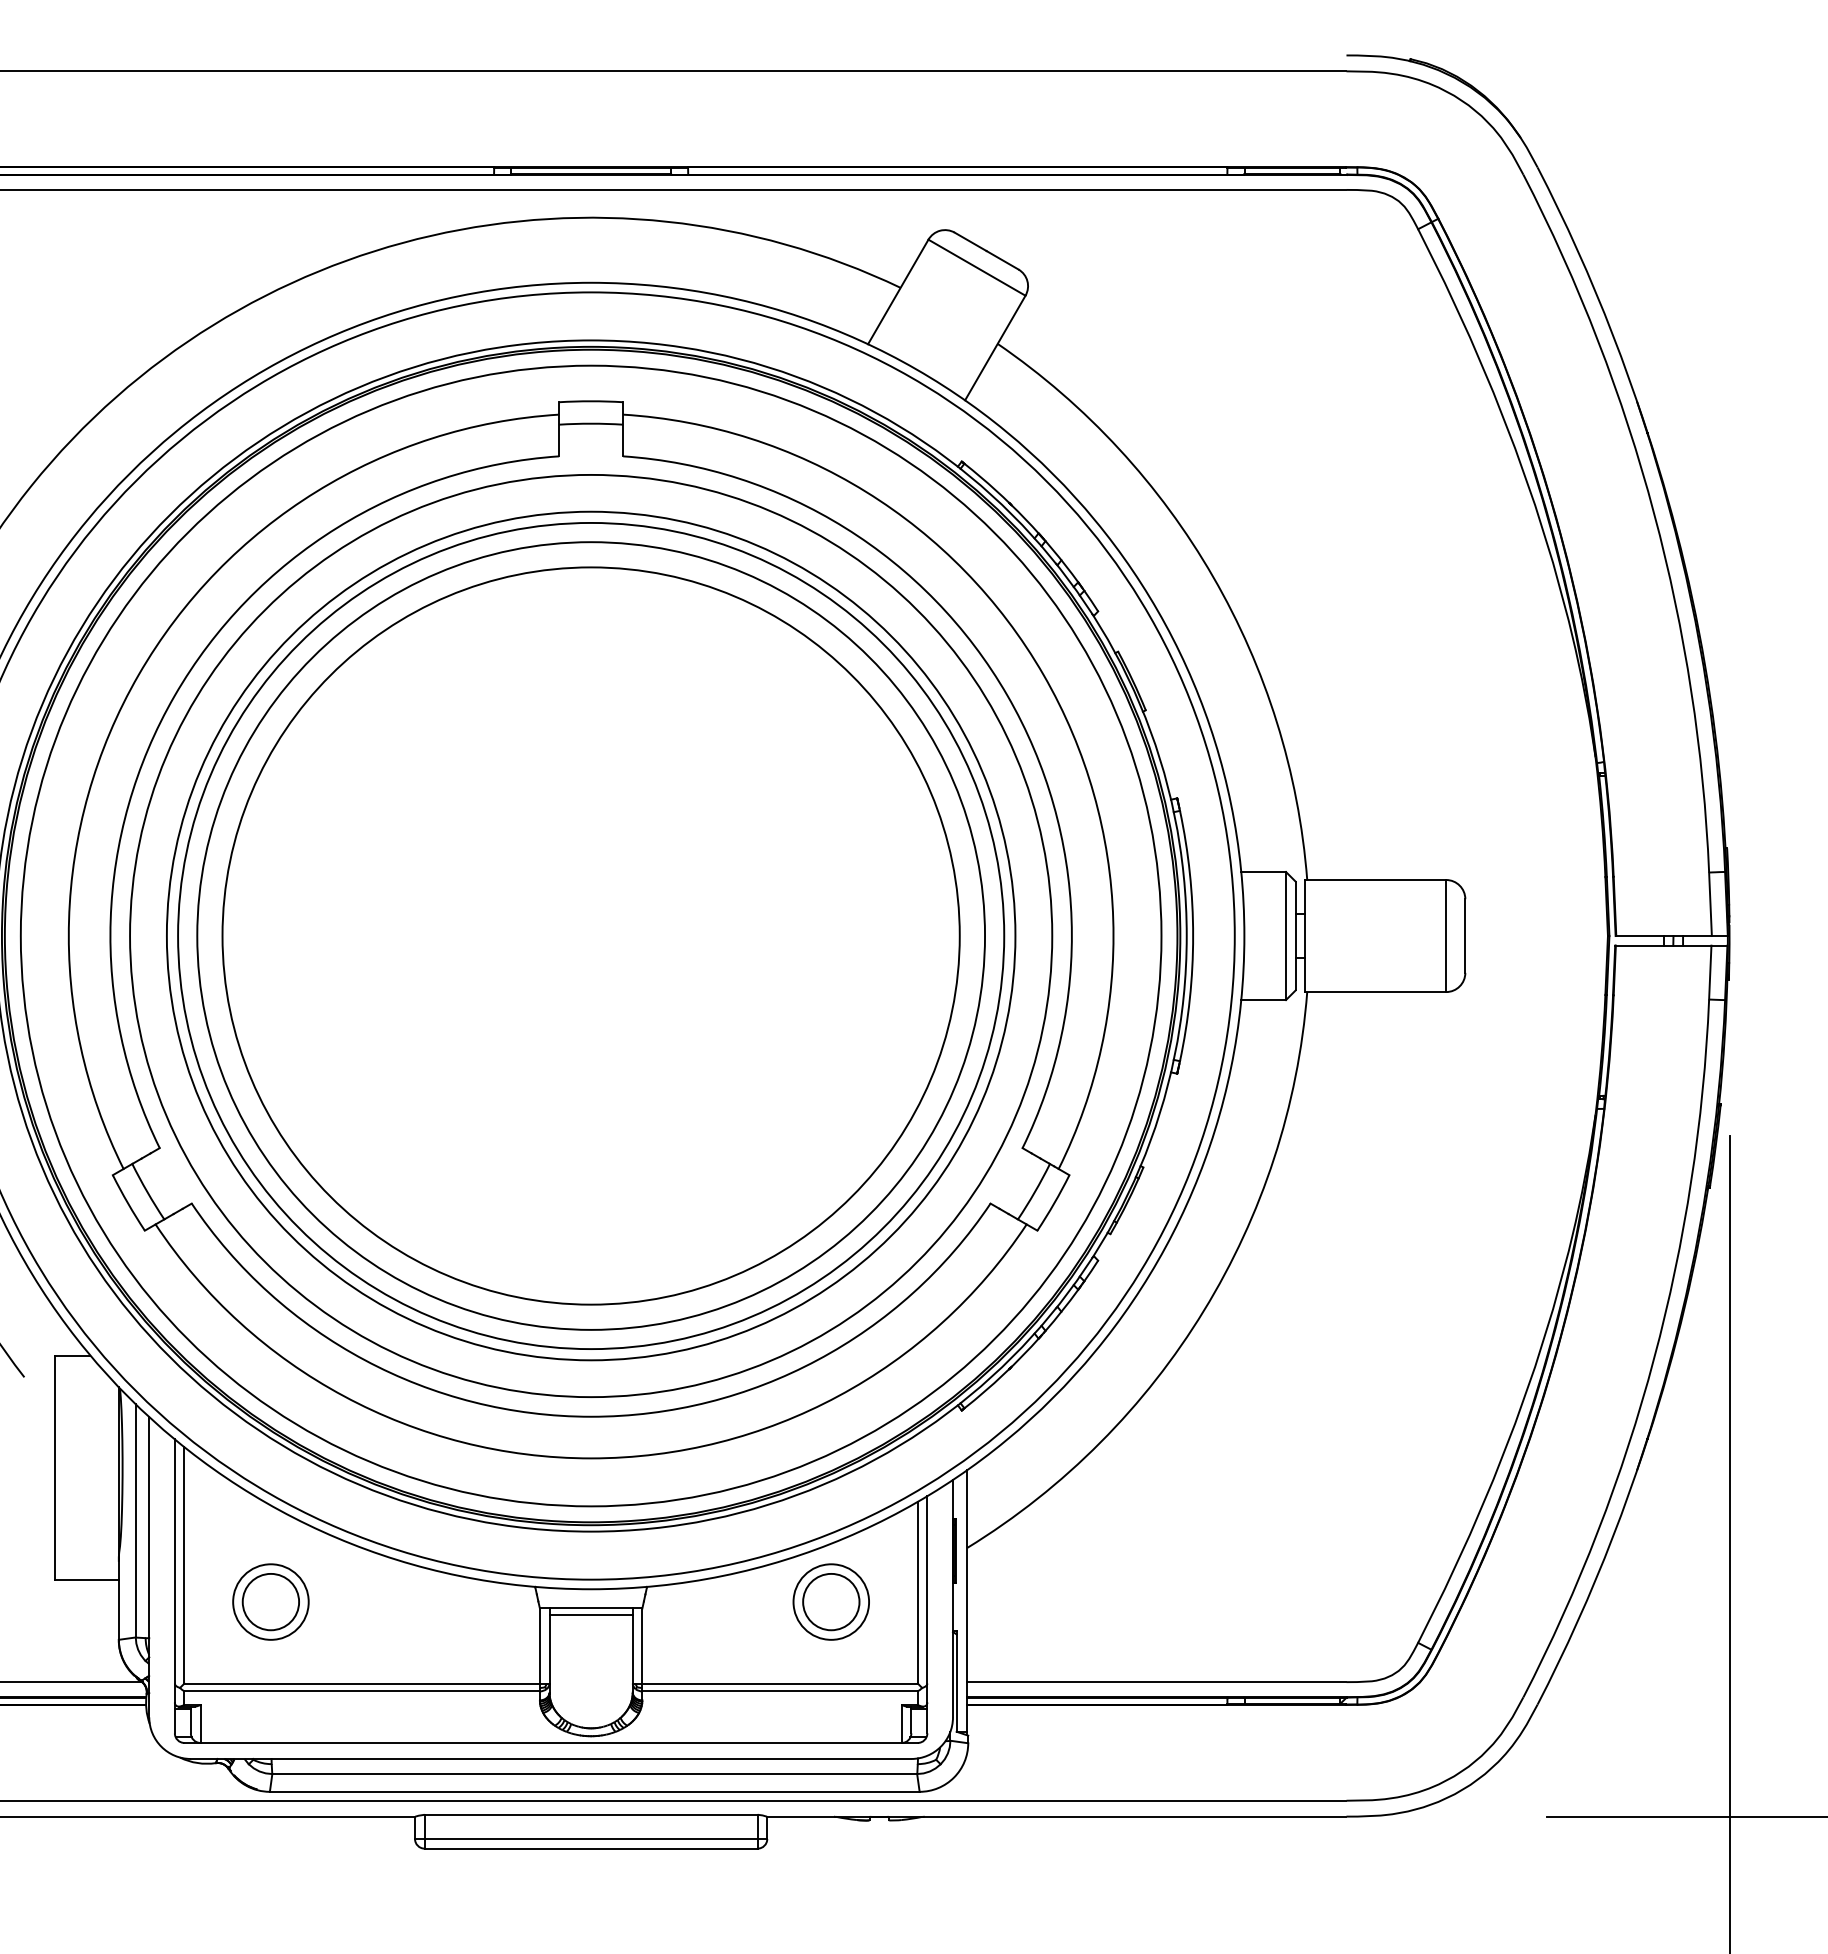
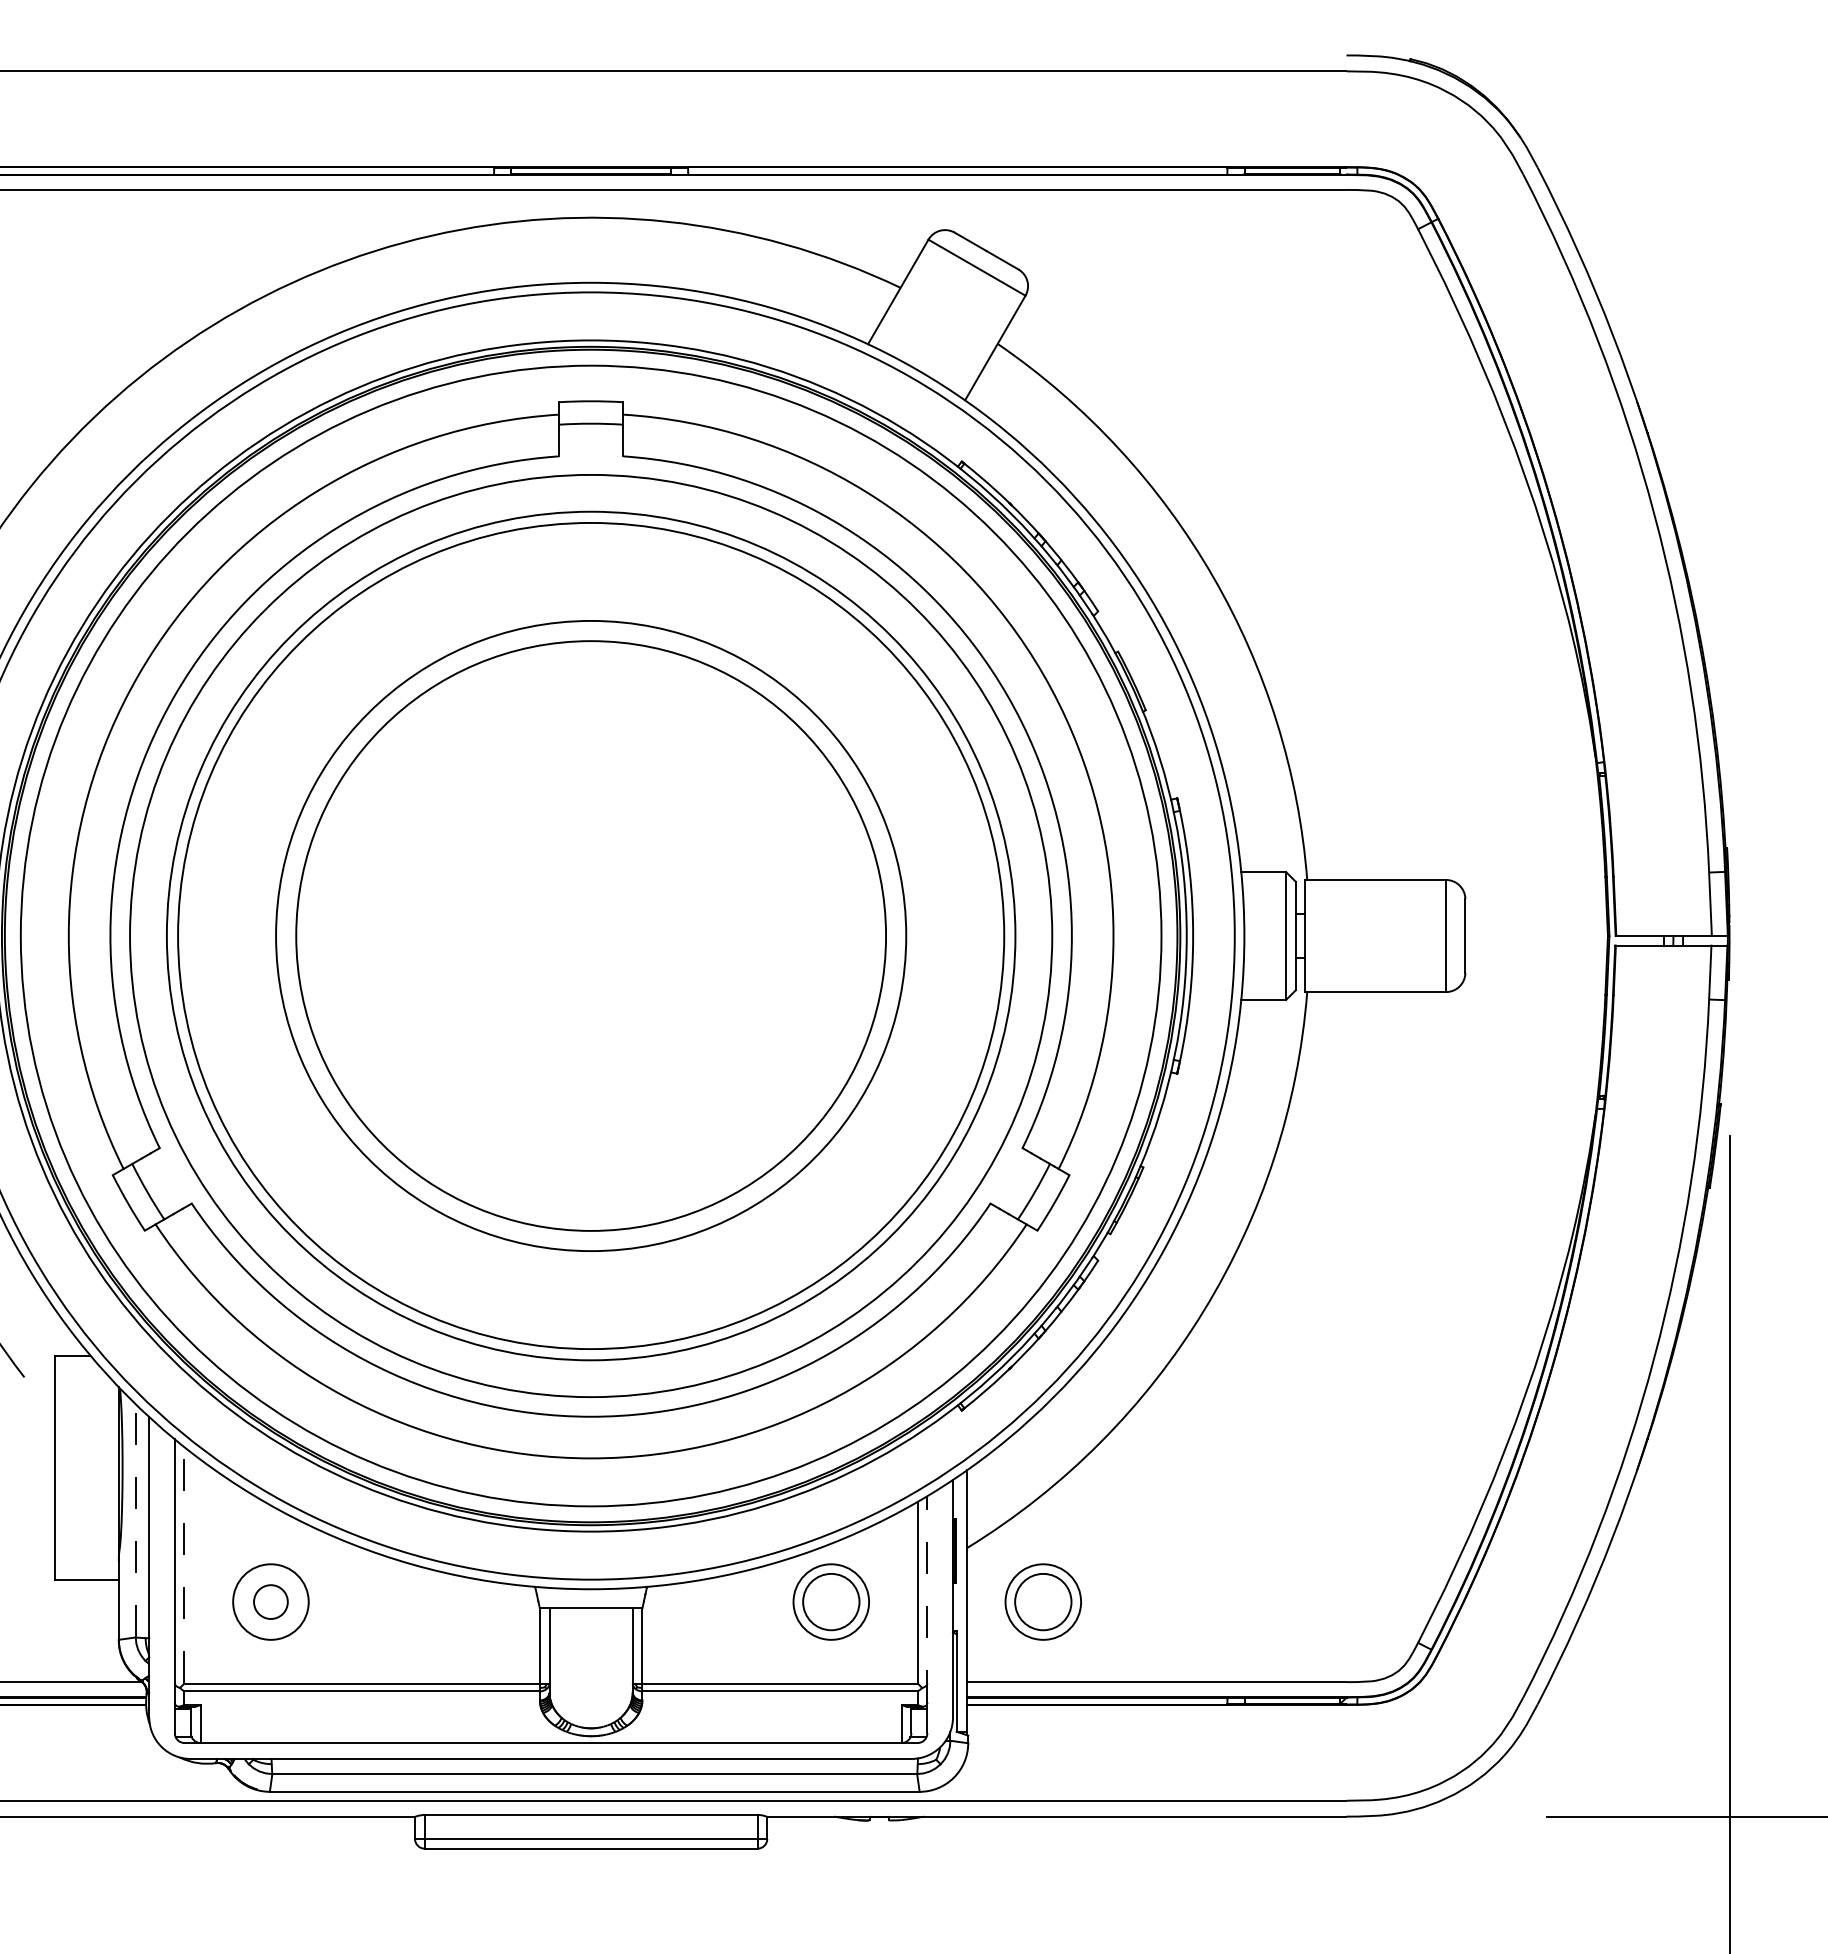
circle at (590, 935) diameter: 737 px -> 590 px
circle at (591, 935) diameter: 788 px -> 630 px
line at (135, 1520): solid -> dashed
line at (184, 1564): solid -> dashed
line at (927, 1598): solid -> dashed
circle at (270, 1601) diameter: 56 px -> 34 px
part at (1042, 1601): none -> present
line at (590, 1614): present -> none
